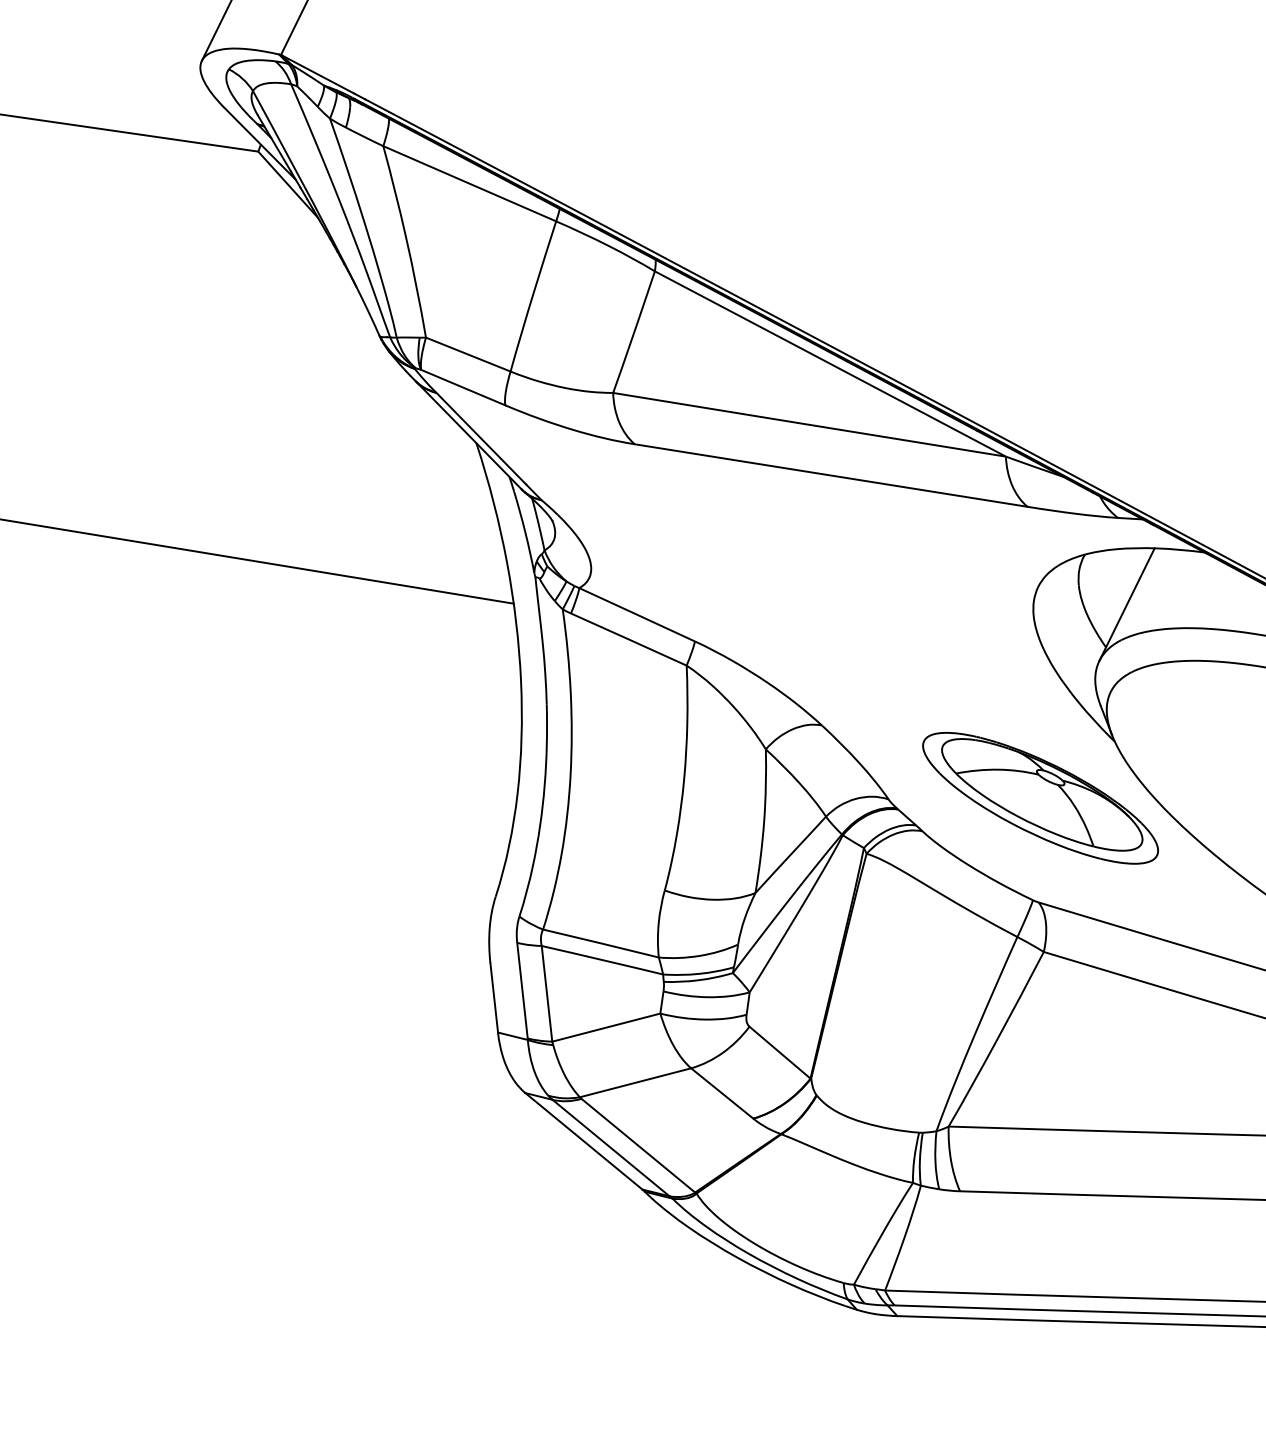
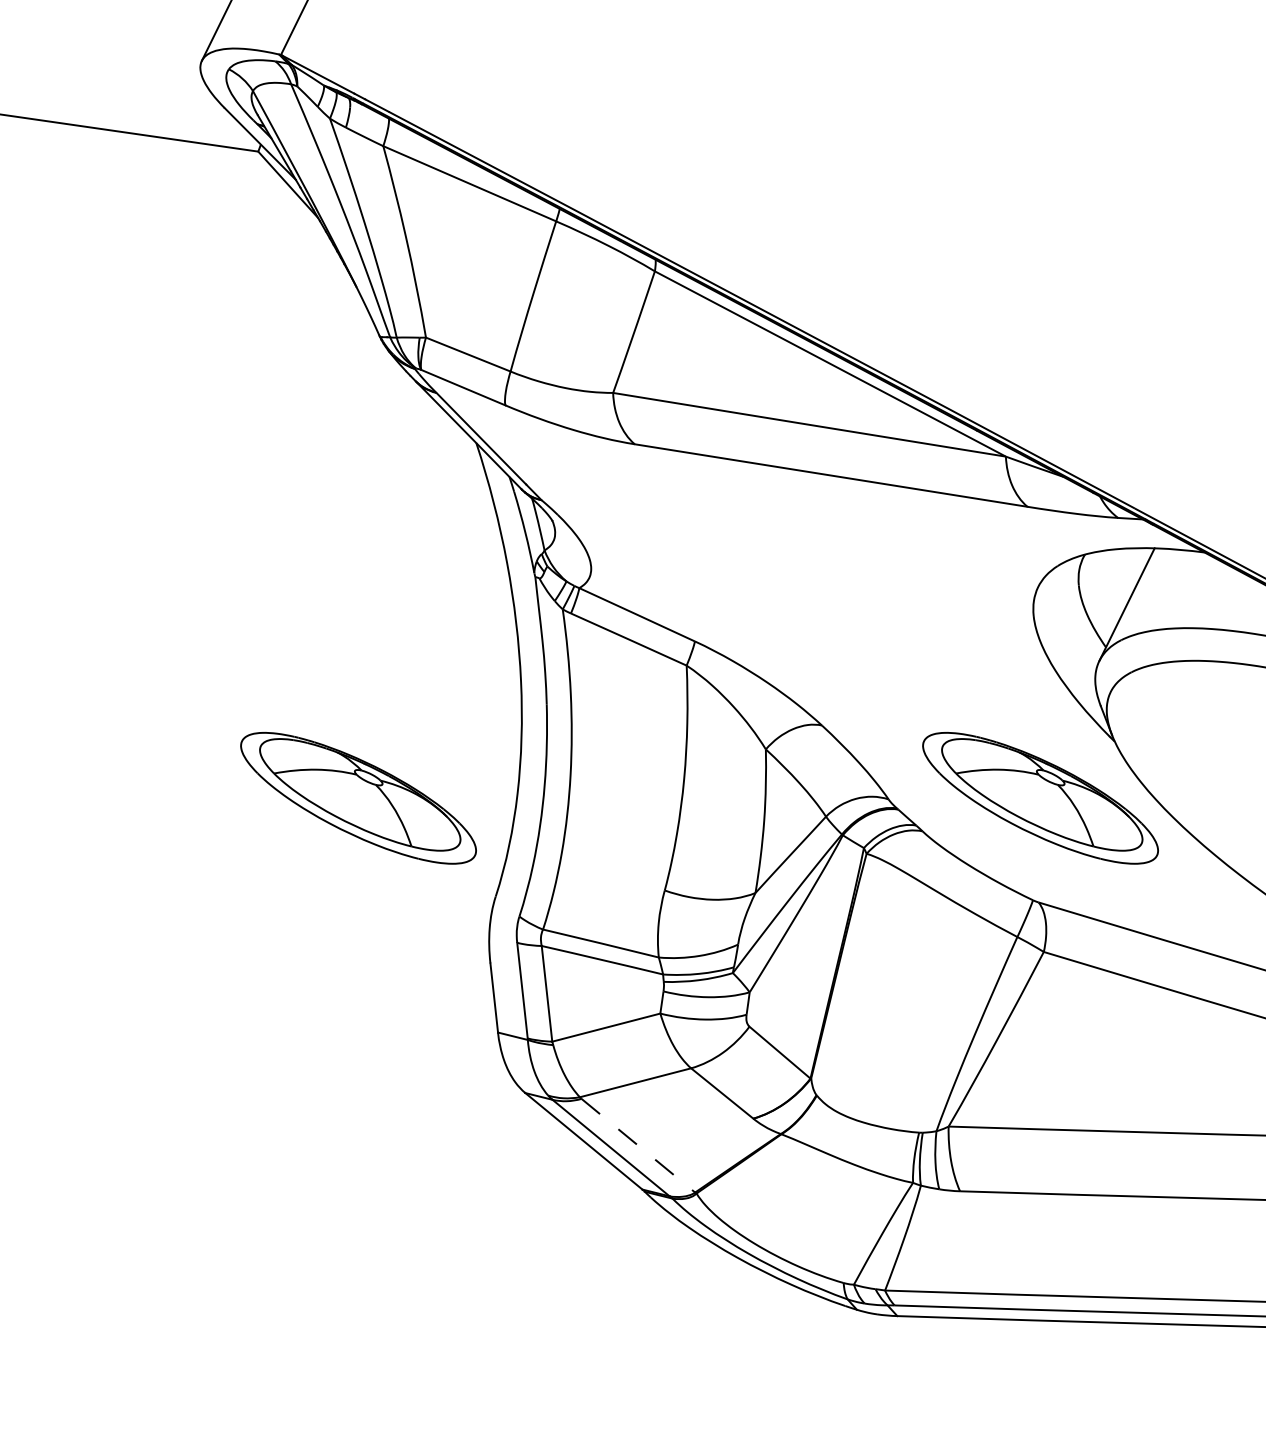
line at (257, 561): present -> none
part at (358, 798): none -> present
line at (638, 1145): solid -> dashed
